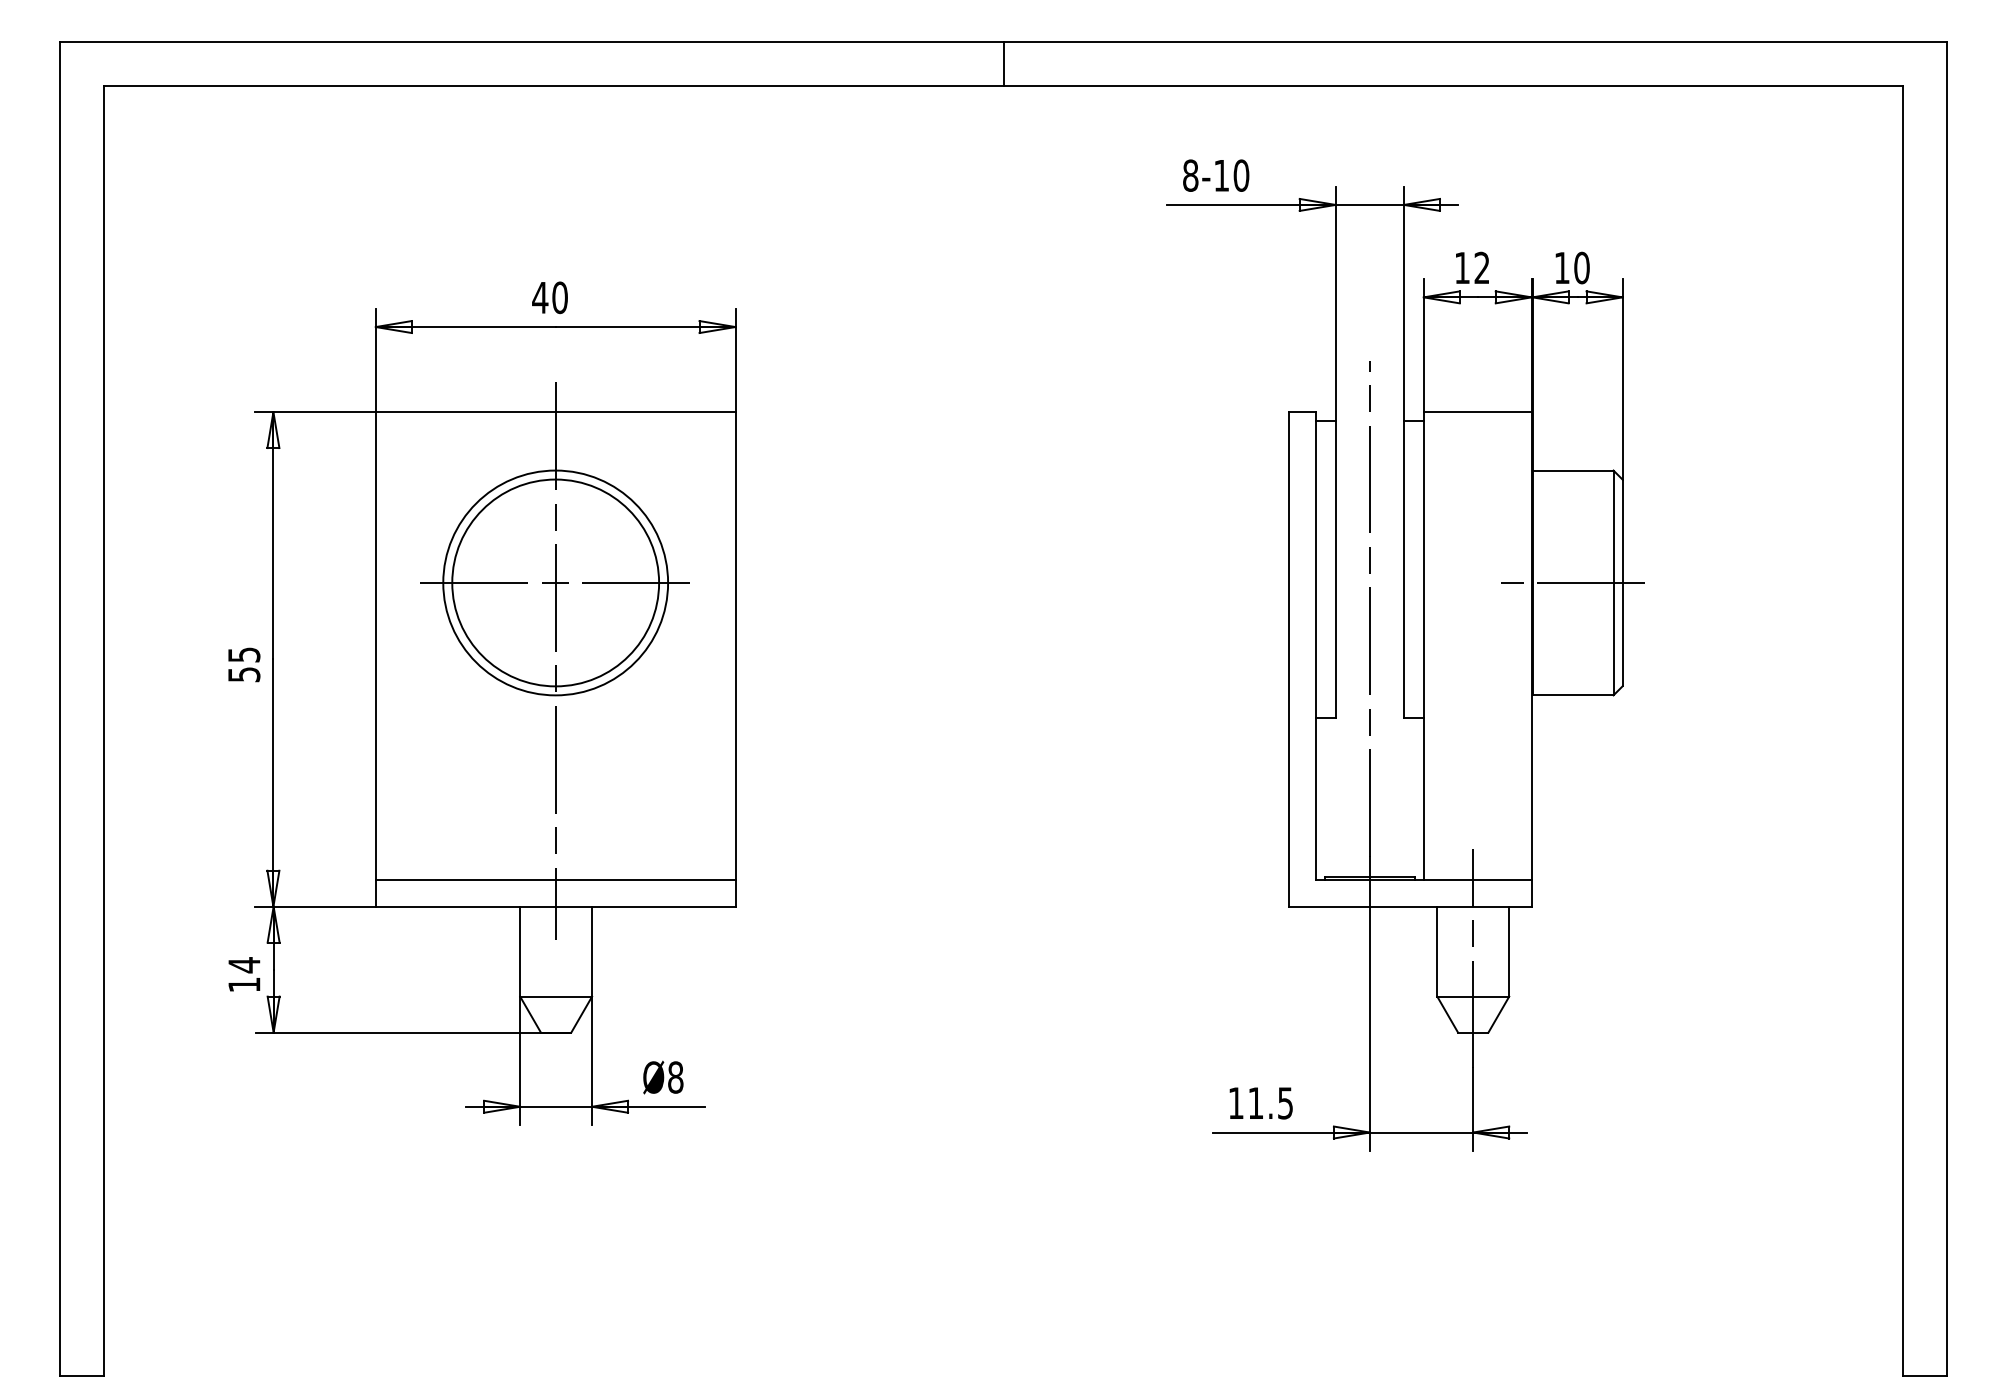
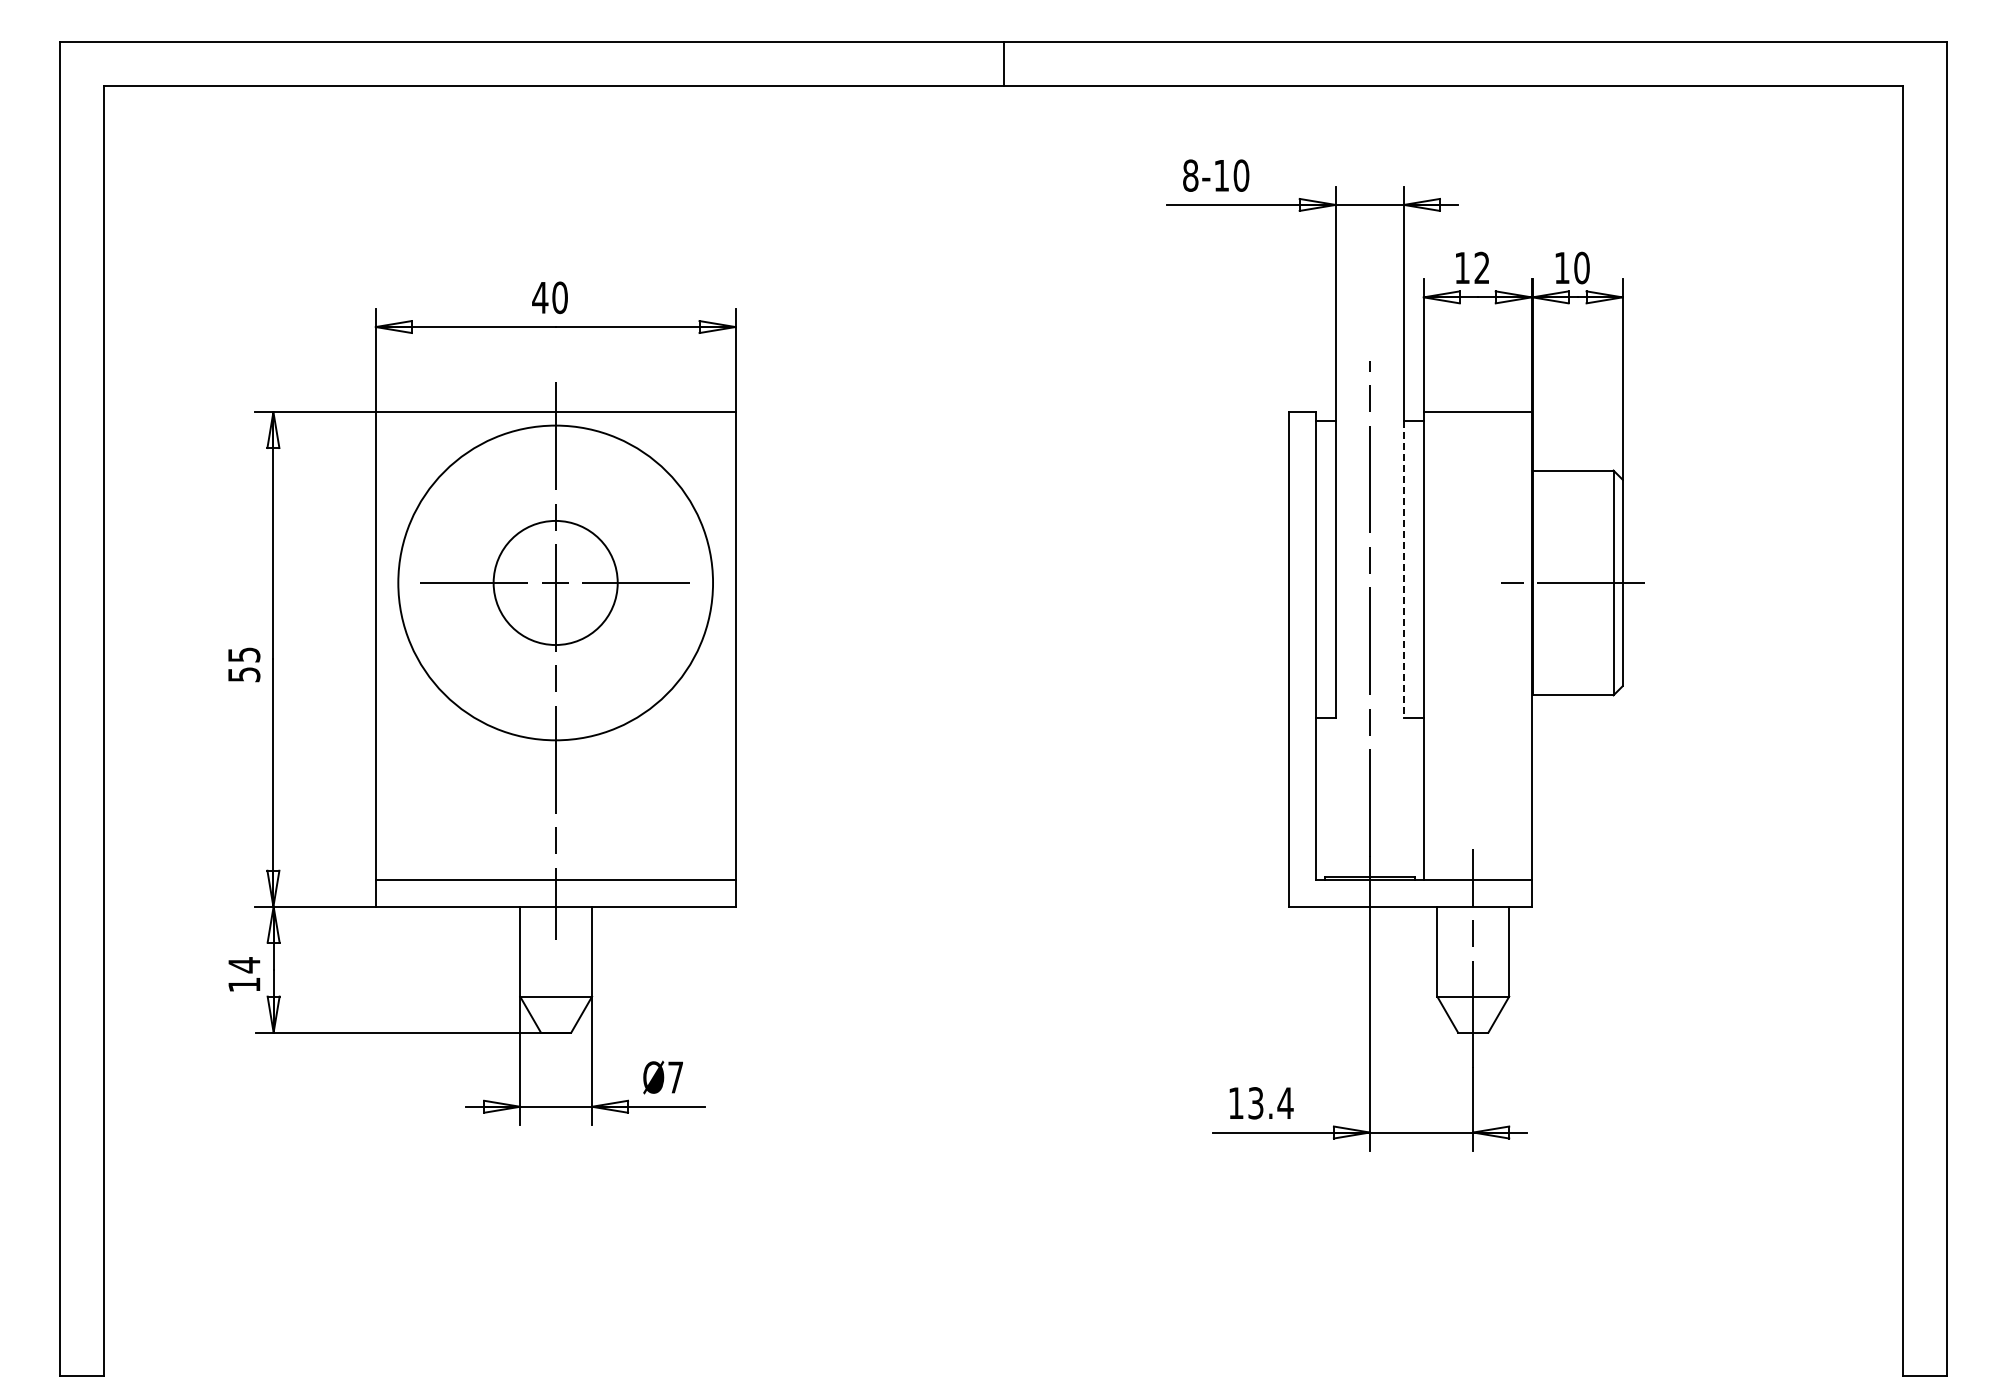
line at (1404, 569): solid -> dashed
circle at (555, 582) diameter: 207 px -> 124 px
circle at (555, 582) diameter: 225 px -> 315 px
text at (675, 1077): Ø8 -> Ø7
text at (1270, 1103): 11.5 -> 13.4
